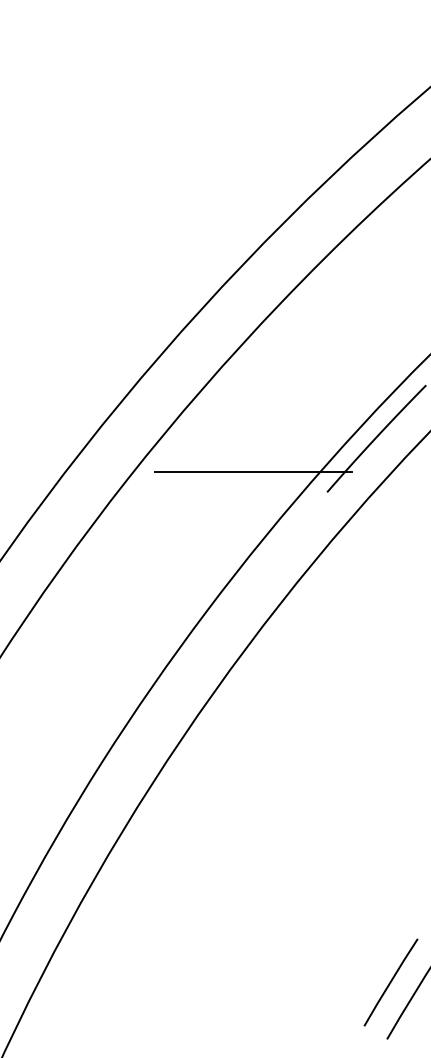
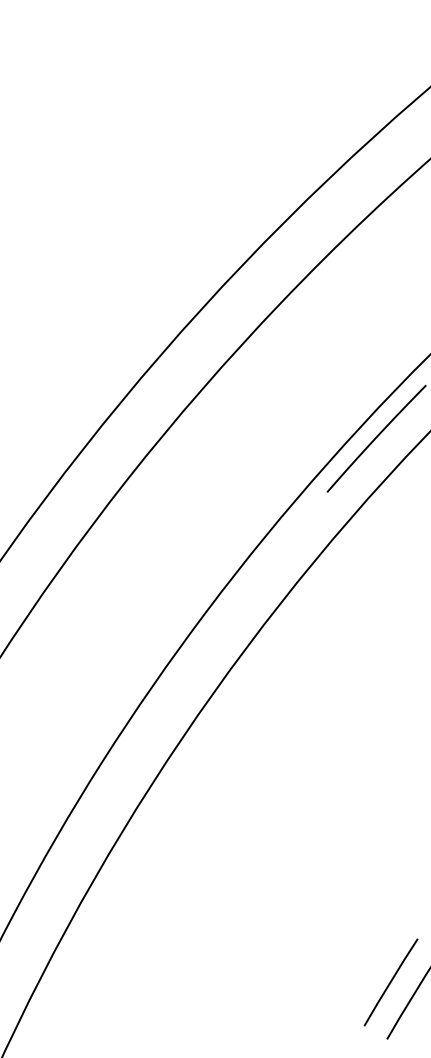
line at (253, 472): present -> none
